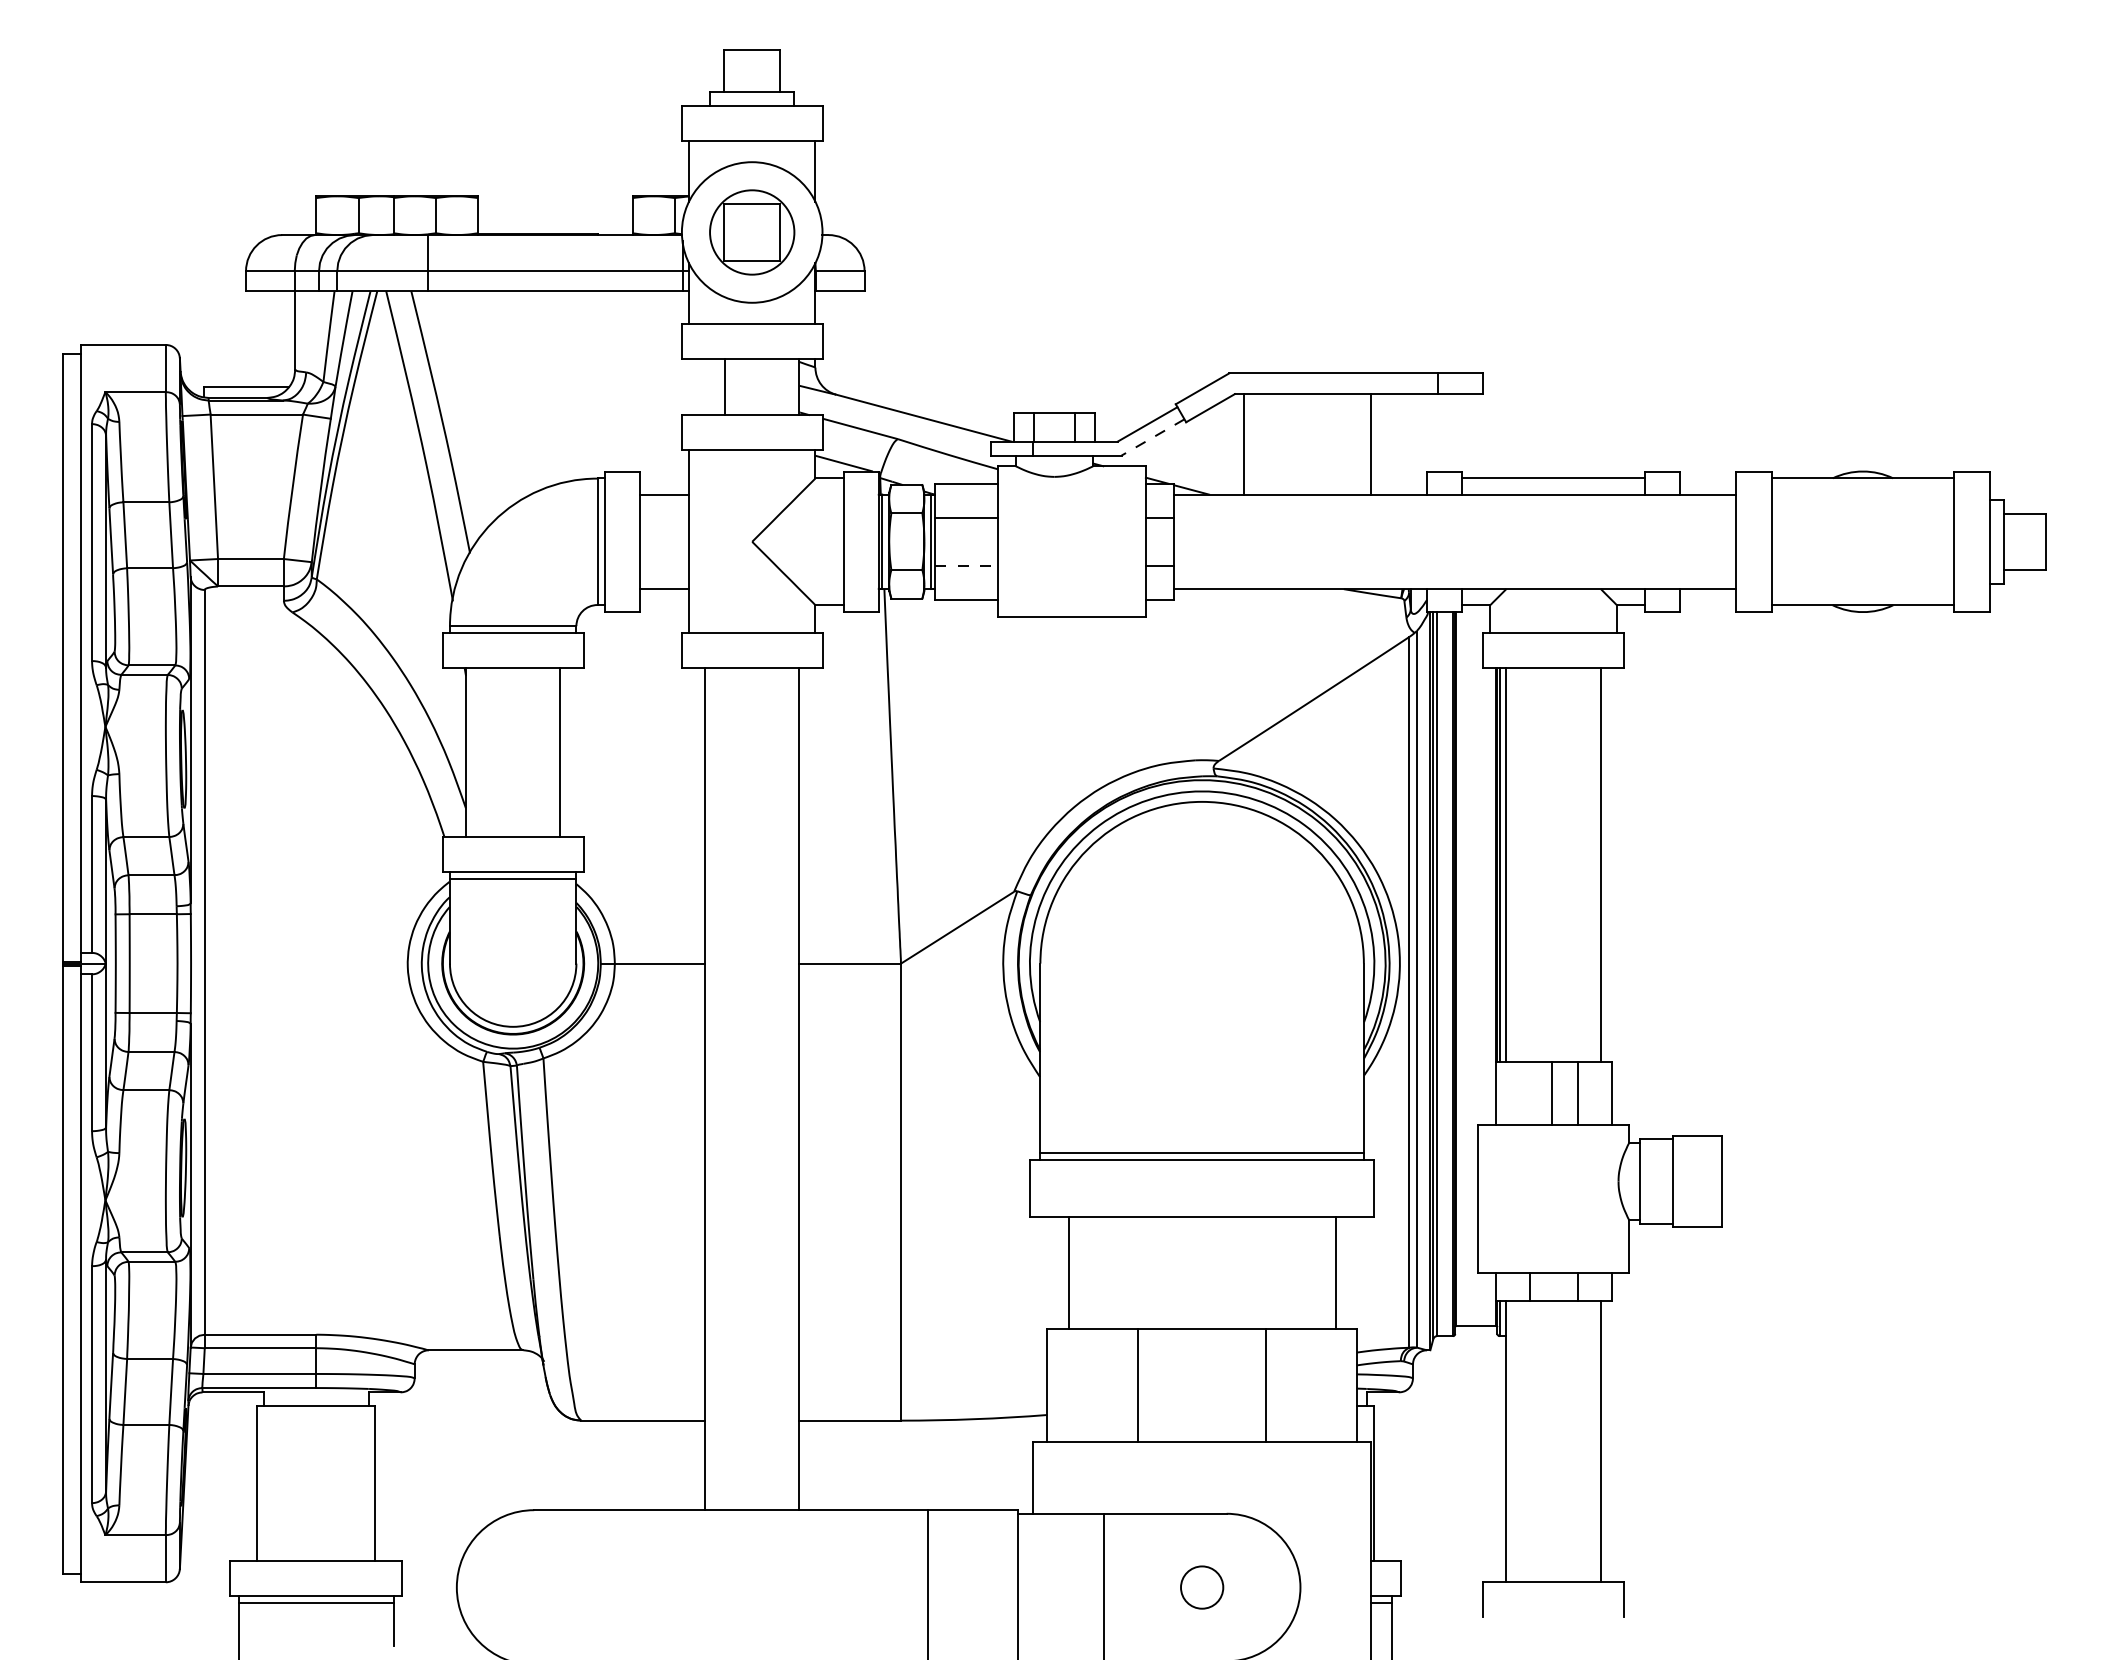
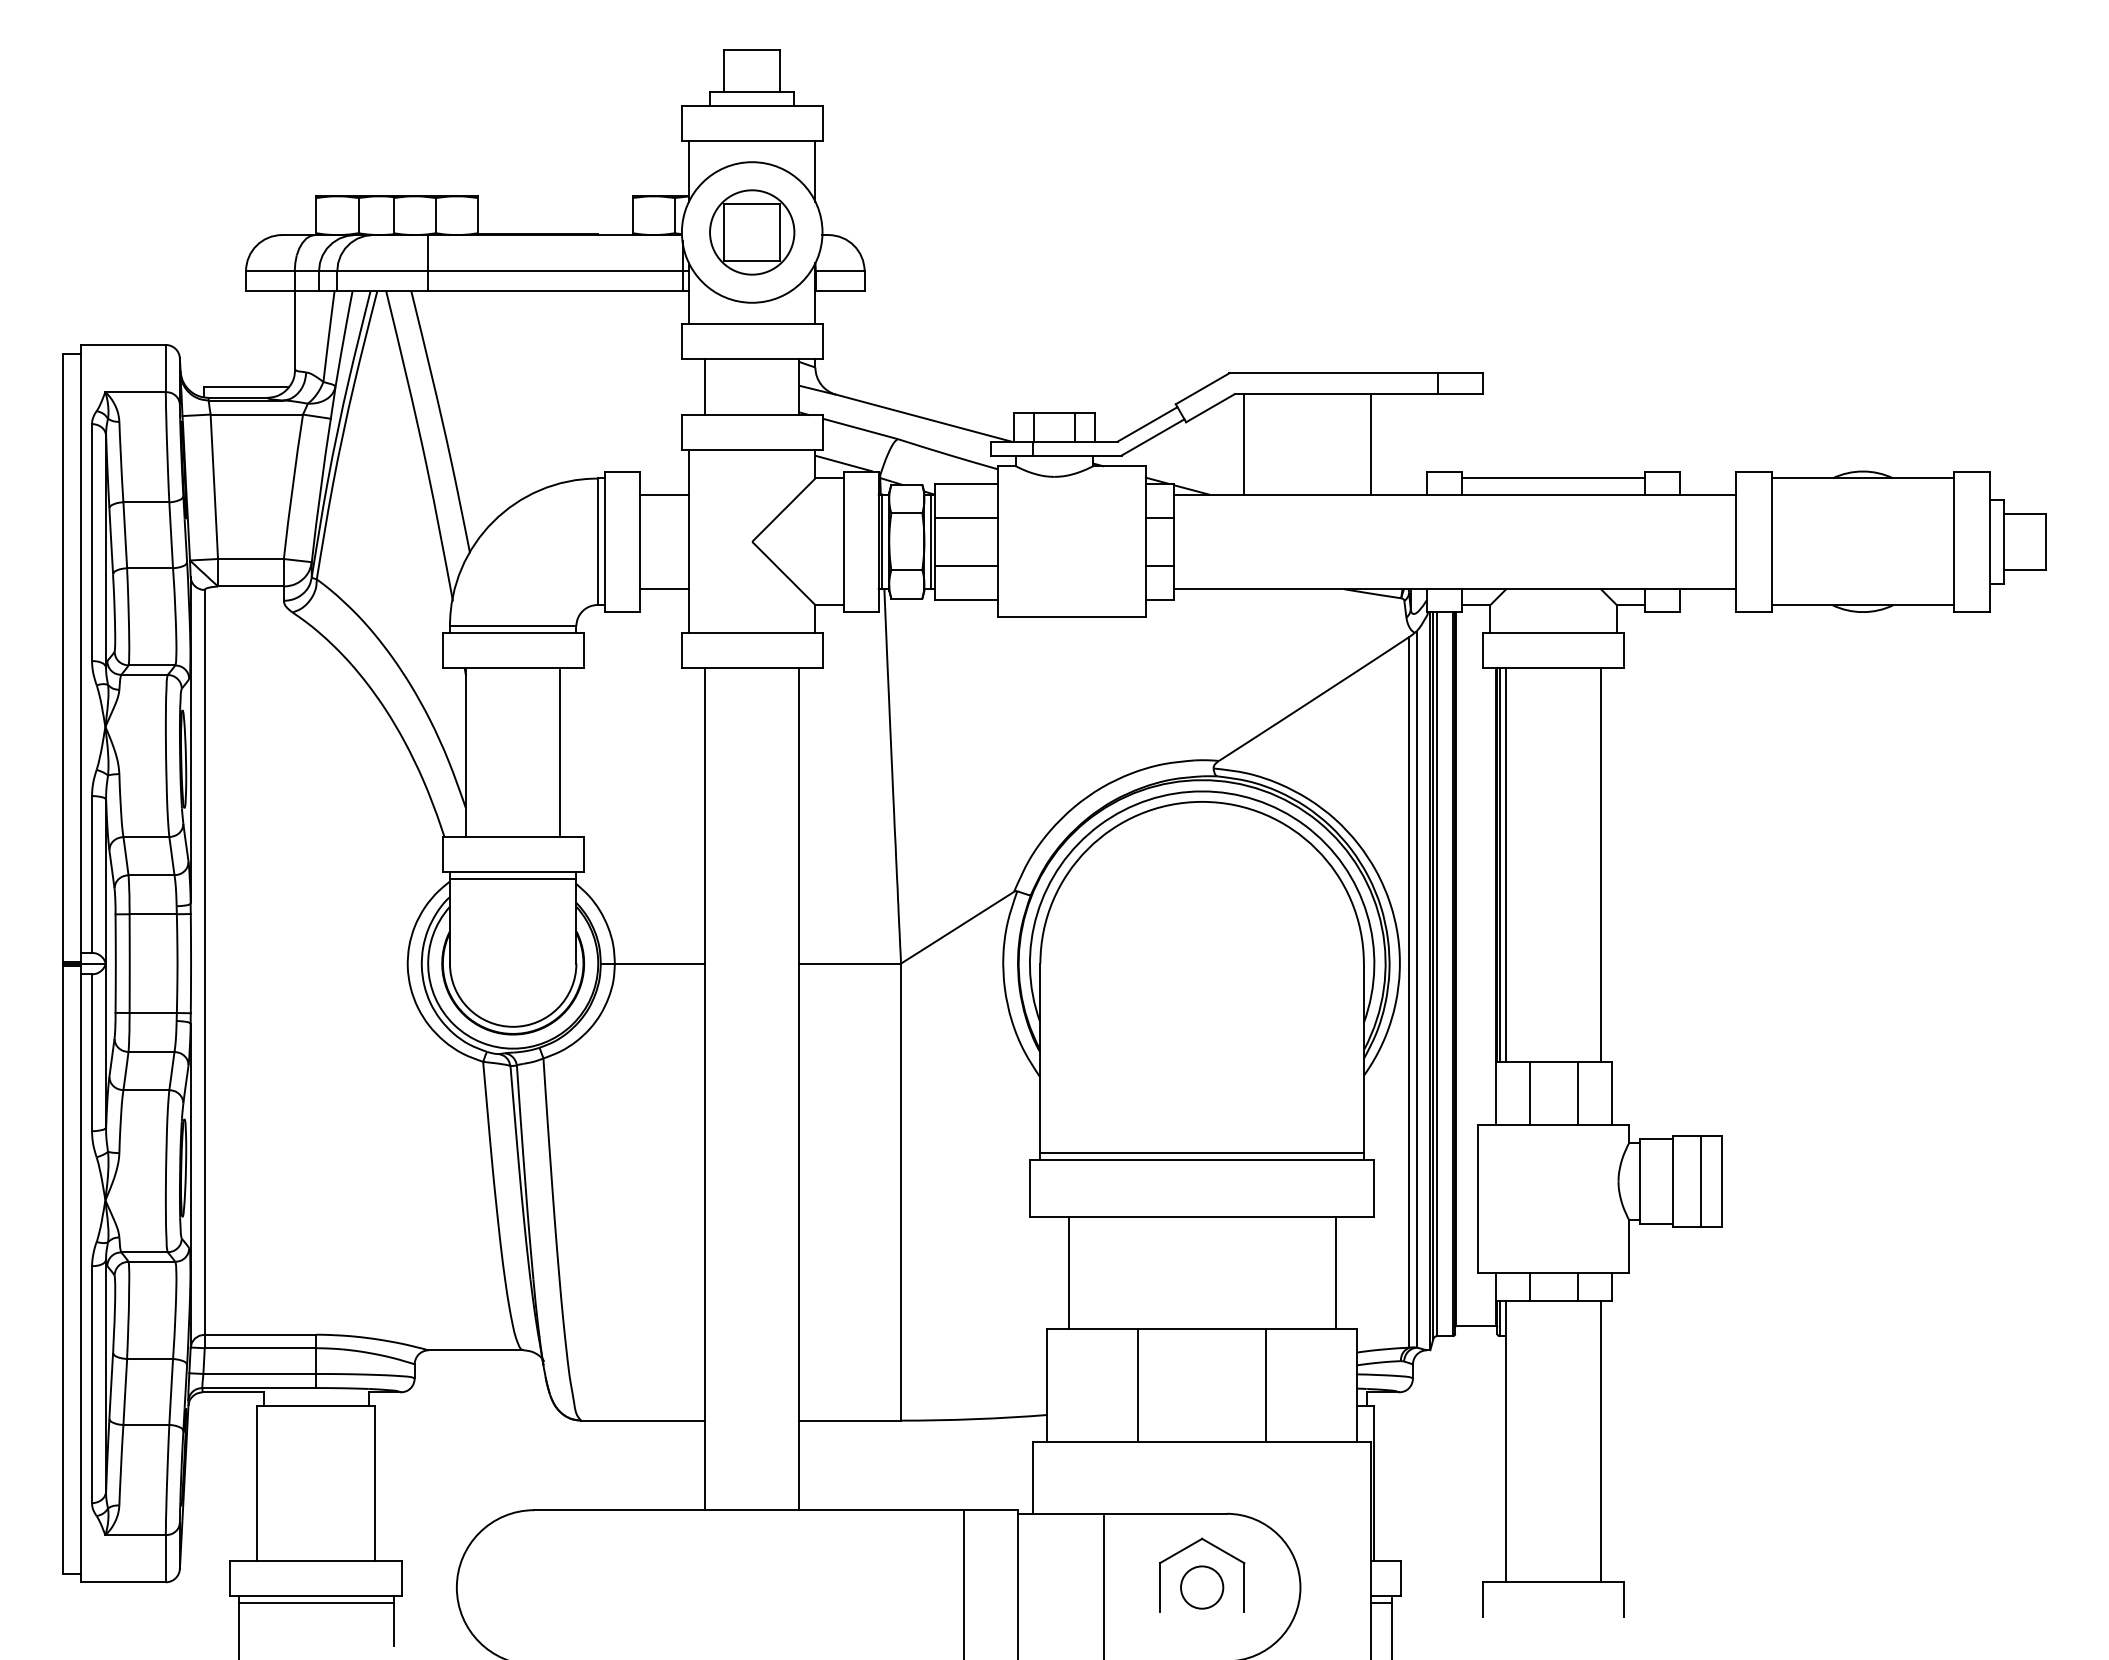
line at (724, 387) position: (724, 387) -> (704, 387)
line at (1152, 437): dashed -> solid
line at (966, 565): dashed -> solid
line at (1551, 1093) position: (1551, 1093) -> (1529, 1093)
line at (1701, 1181): none -> present
part at (1216, 1548): none -> present
line at (928, 1583) position: (928, 1583) -> (964, 1583)
